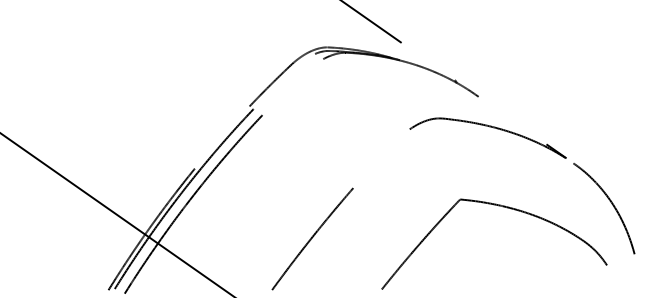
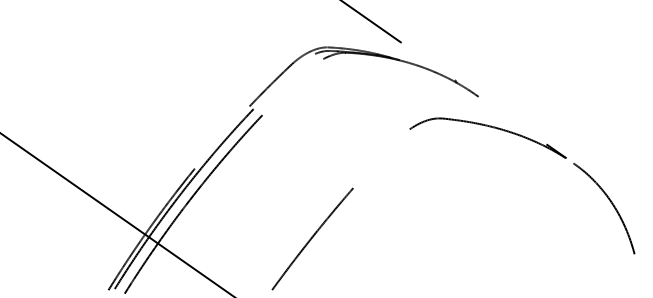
part at (503, 207): present -> none
